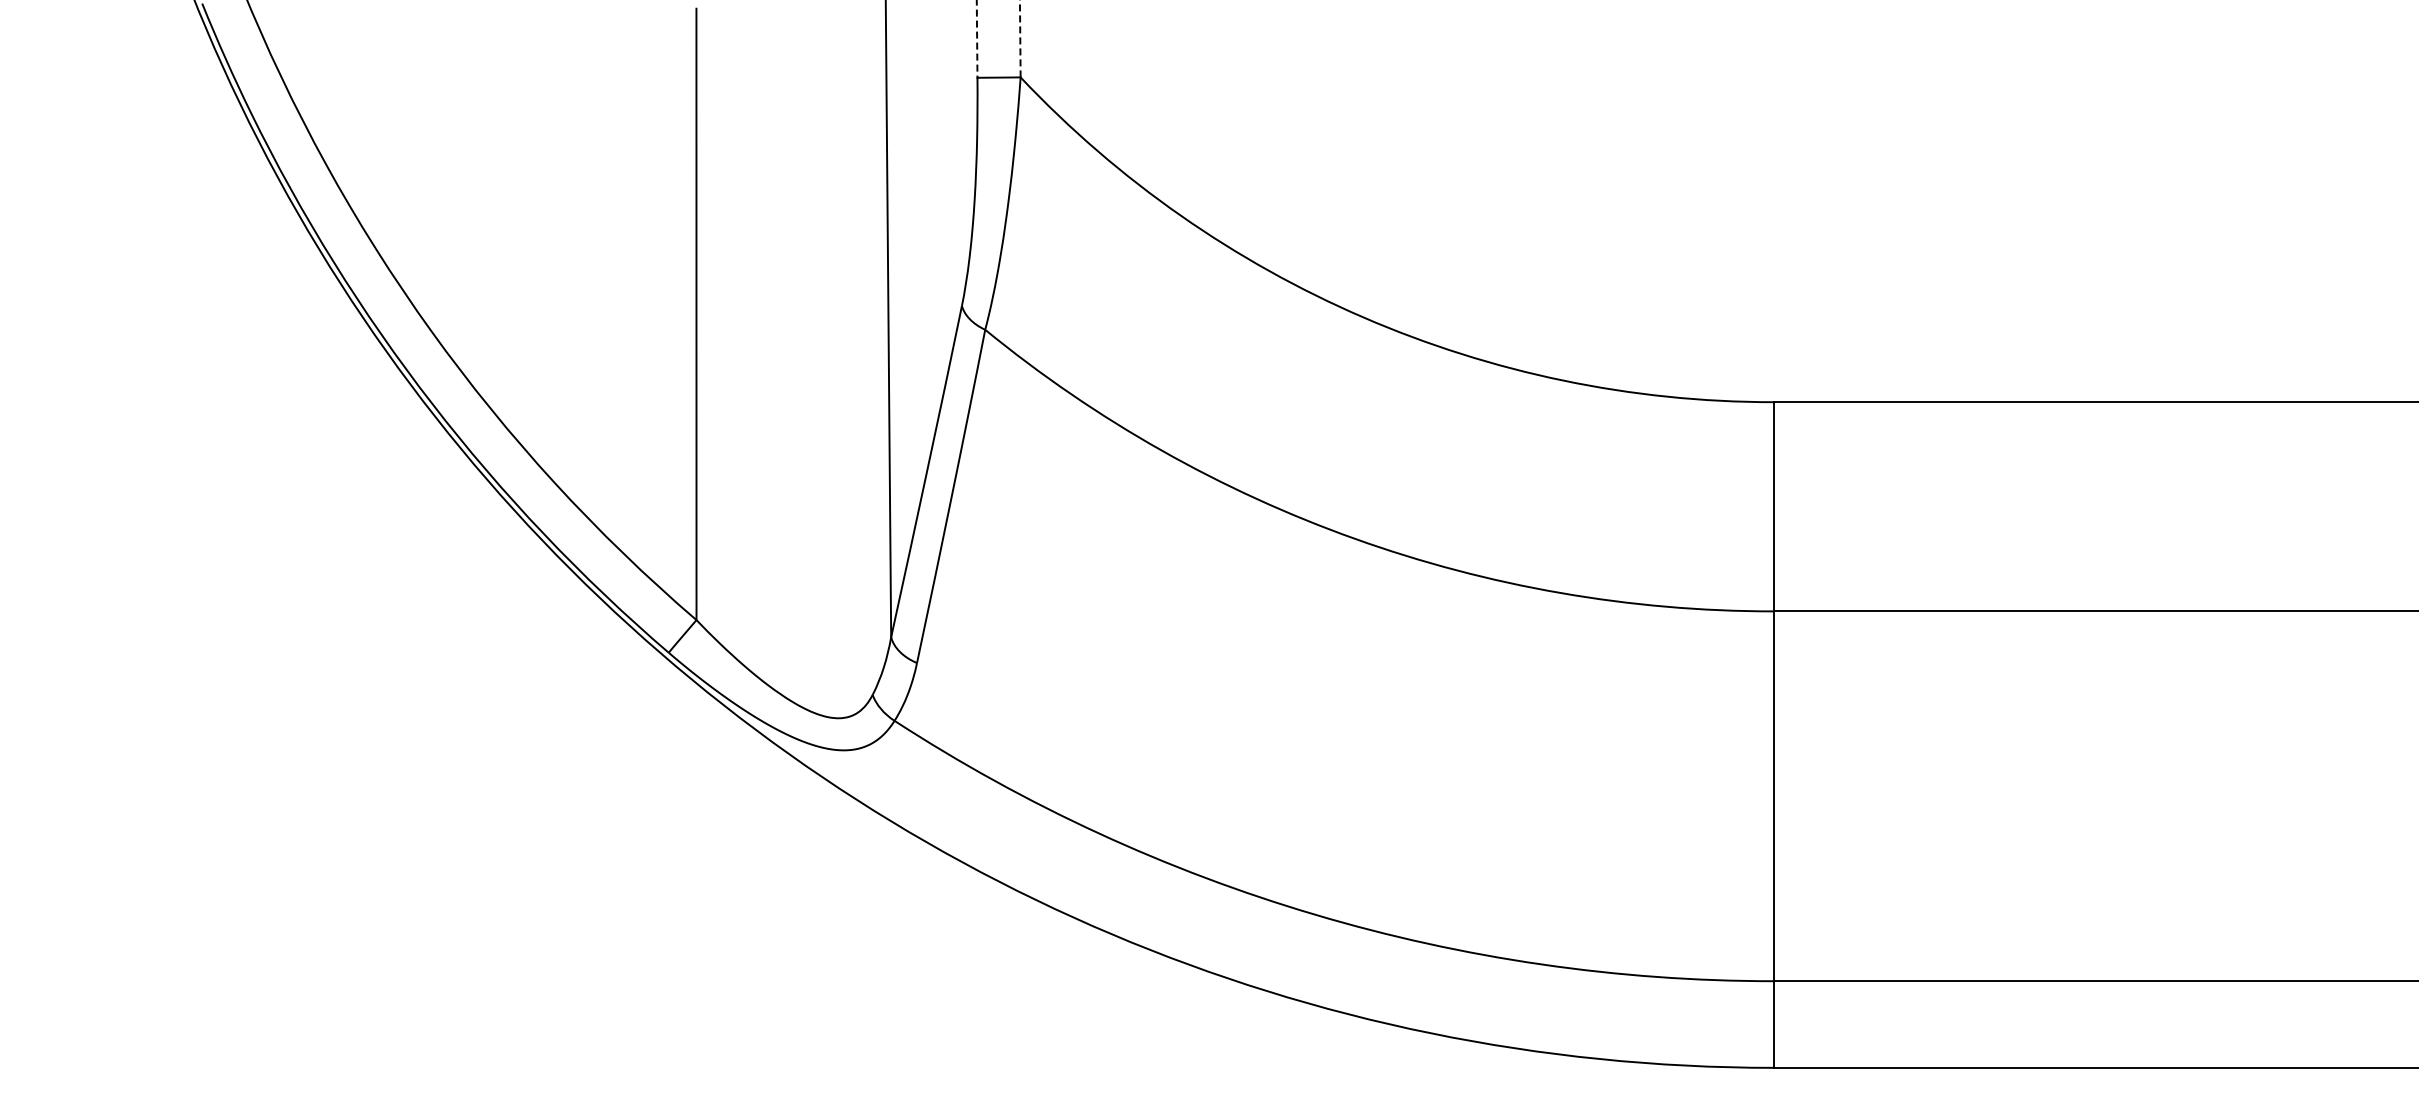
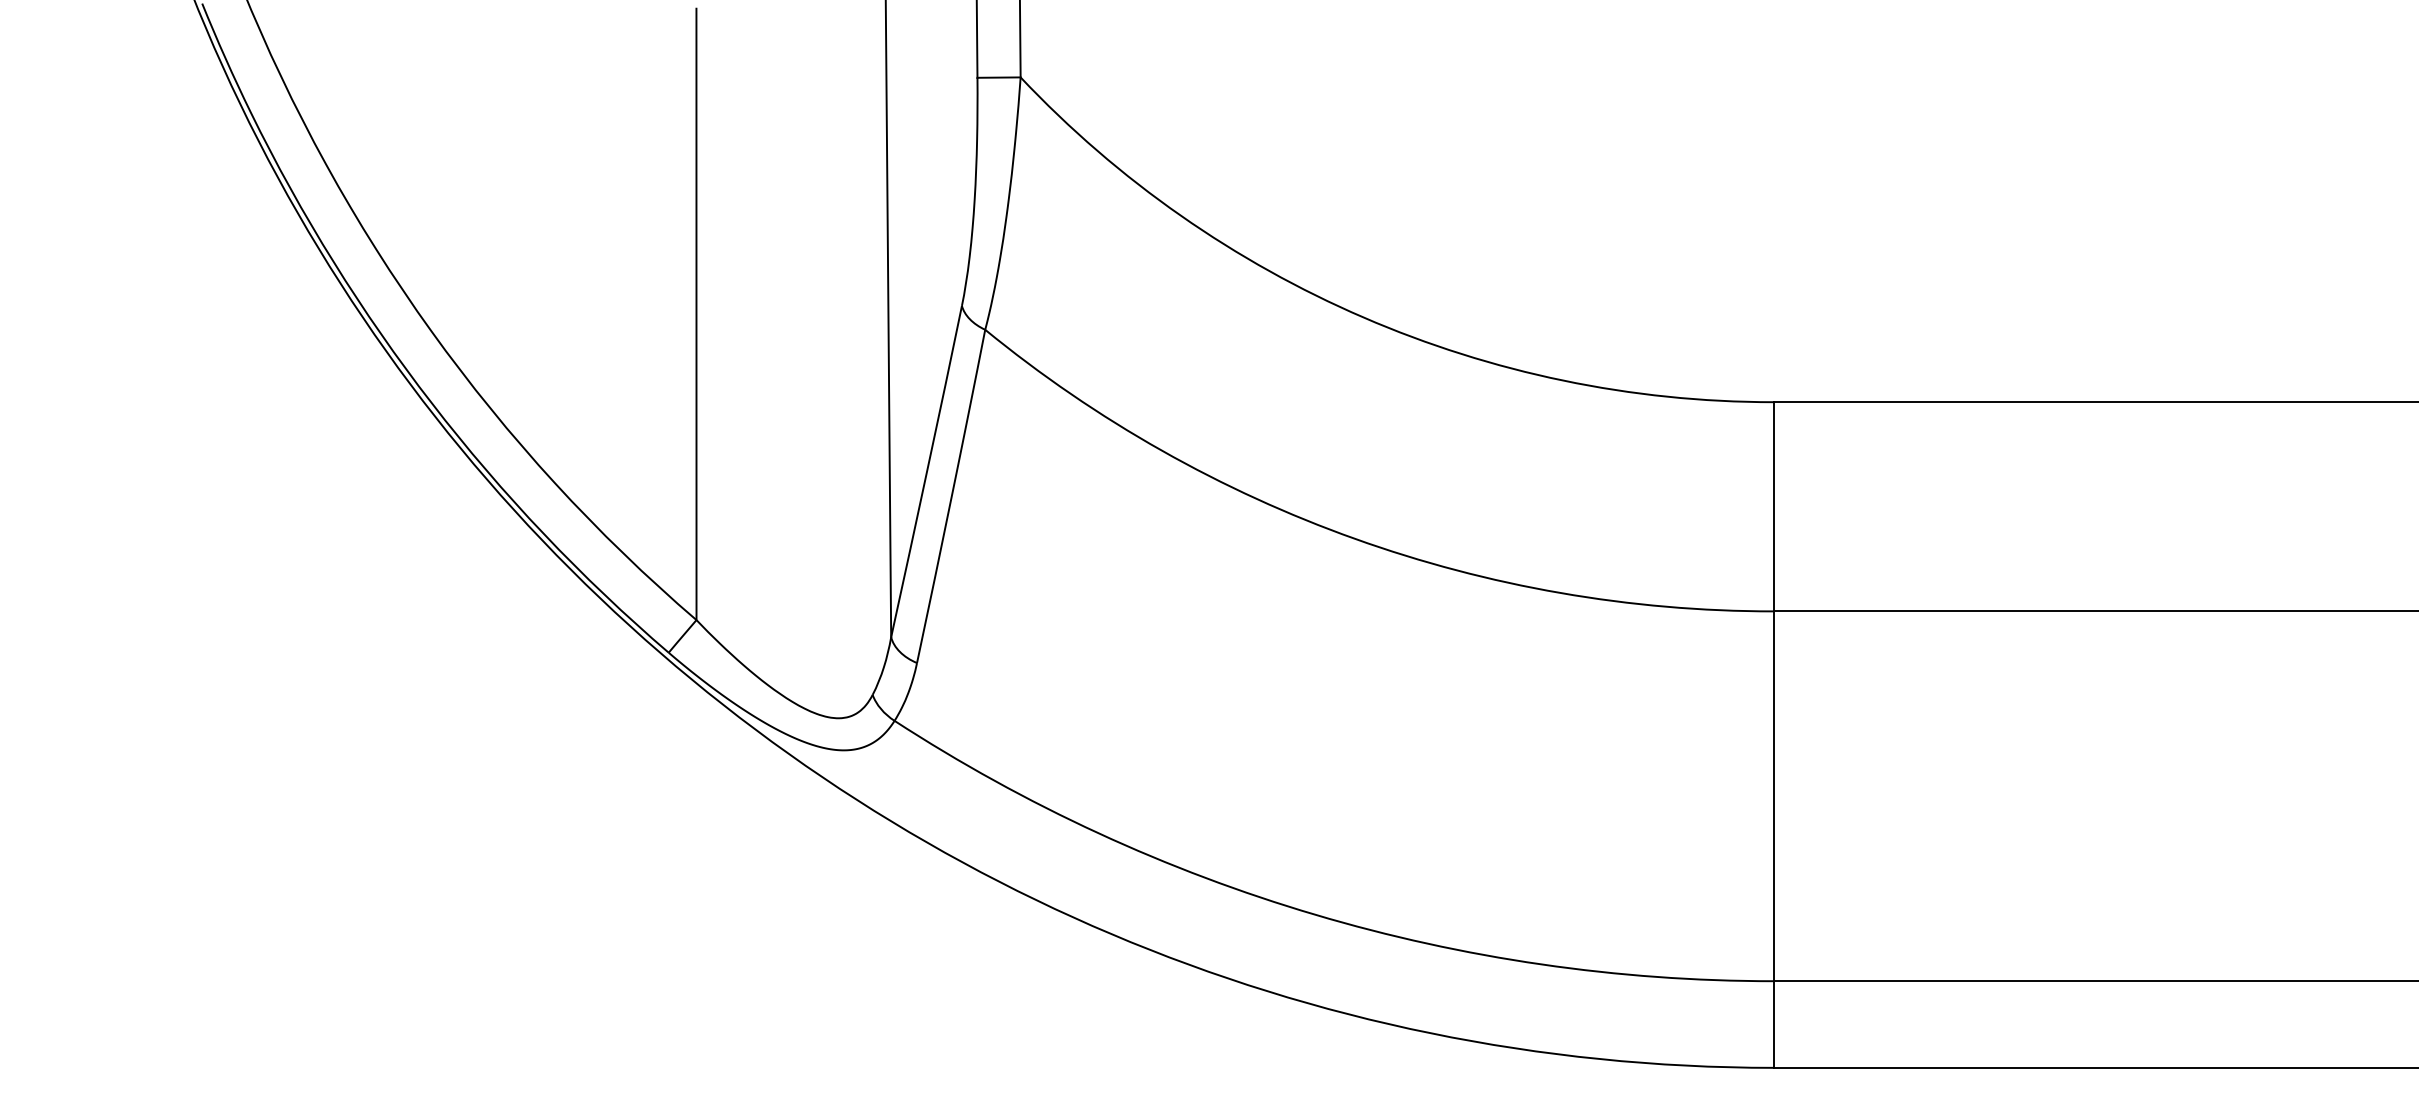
line at (1020, 38): dashed -> solid
line at (977, 39): dashed -> solid
